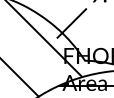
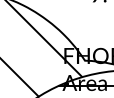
line at (71, 23): present -> none
